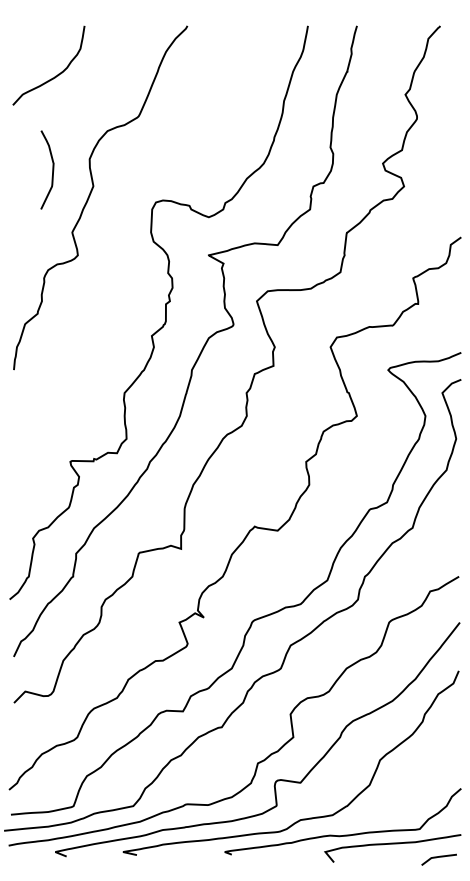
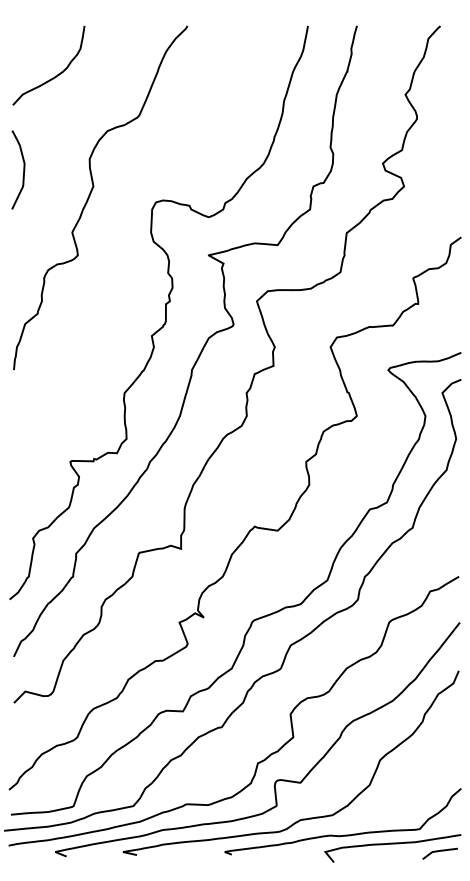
curve at (52, 169) position: (52, 169) -> (23, 169)
curve at (438, 857) position: (438, 857) -> (439, 851)
